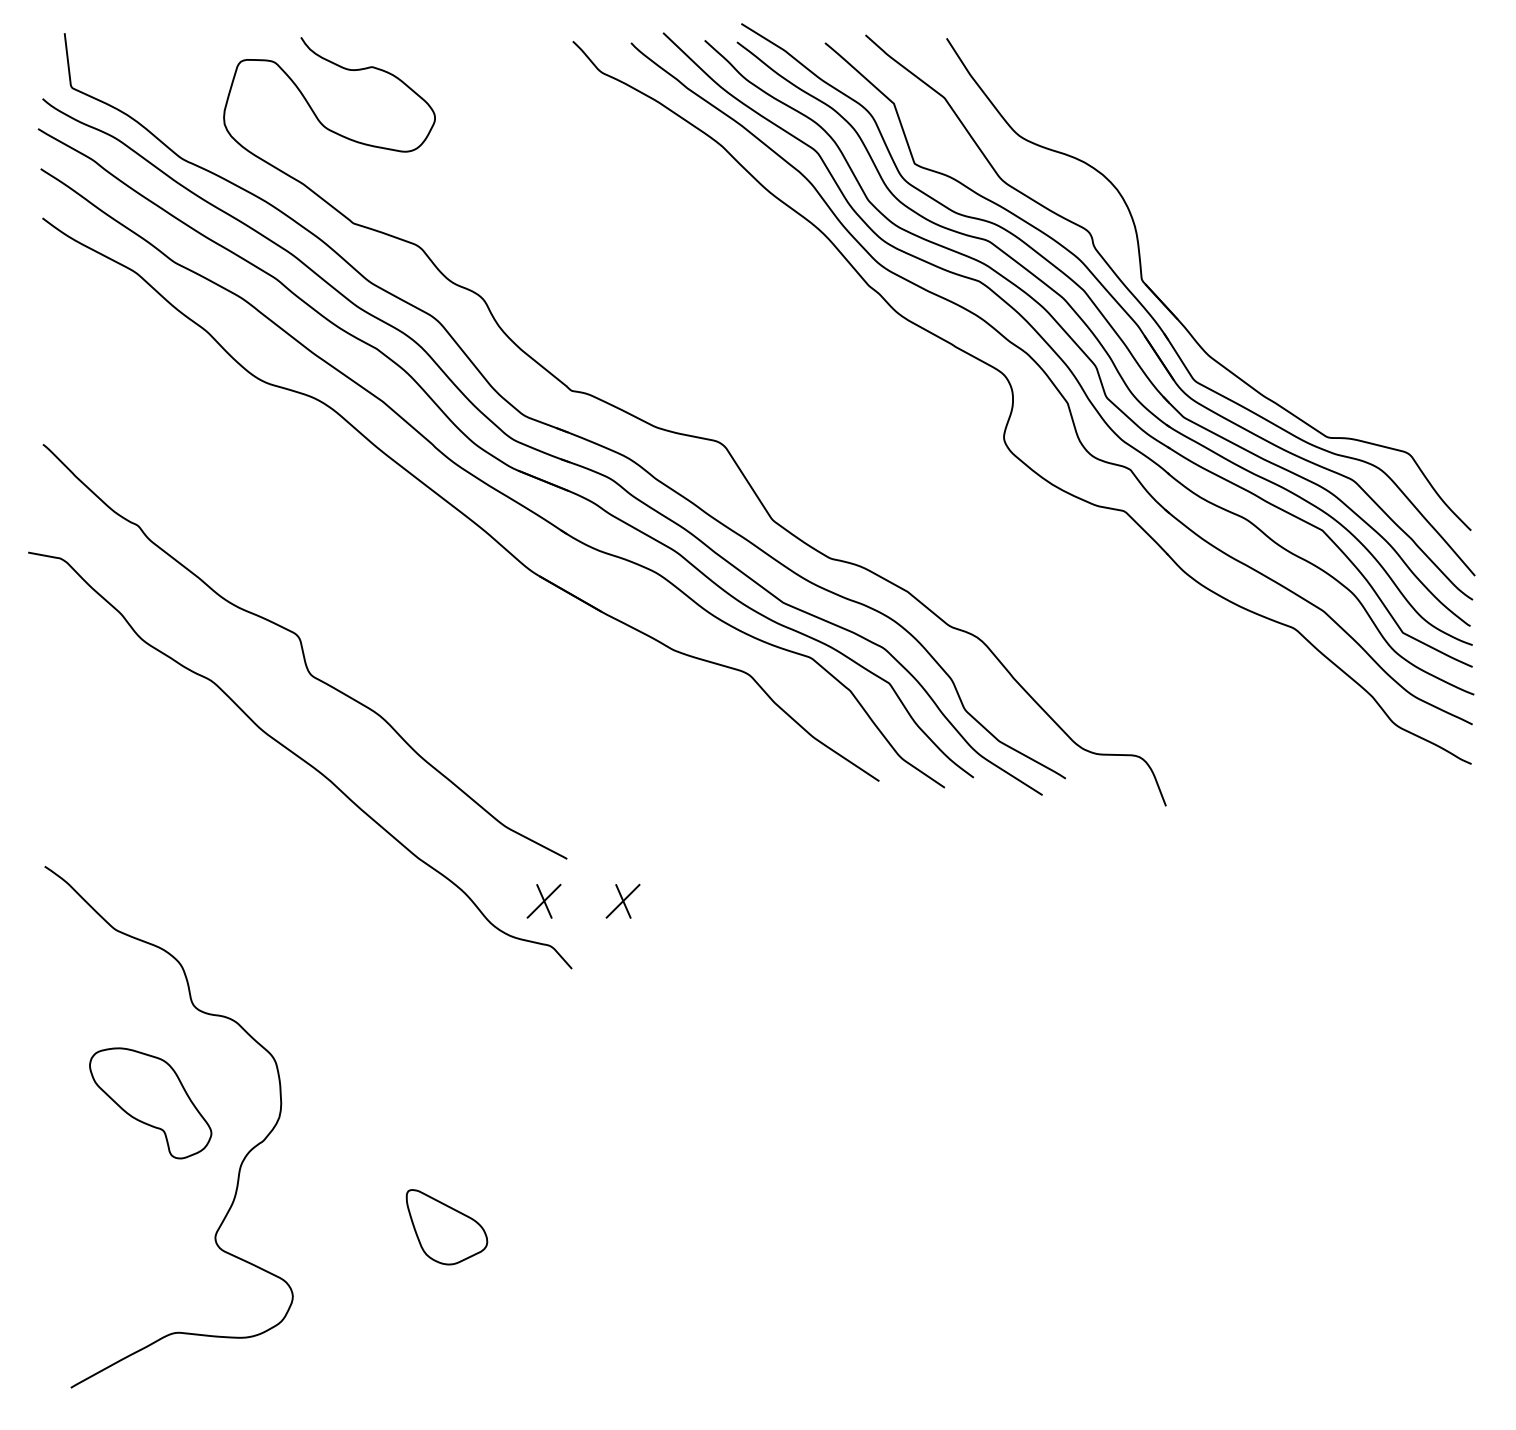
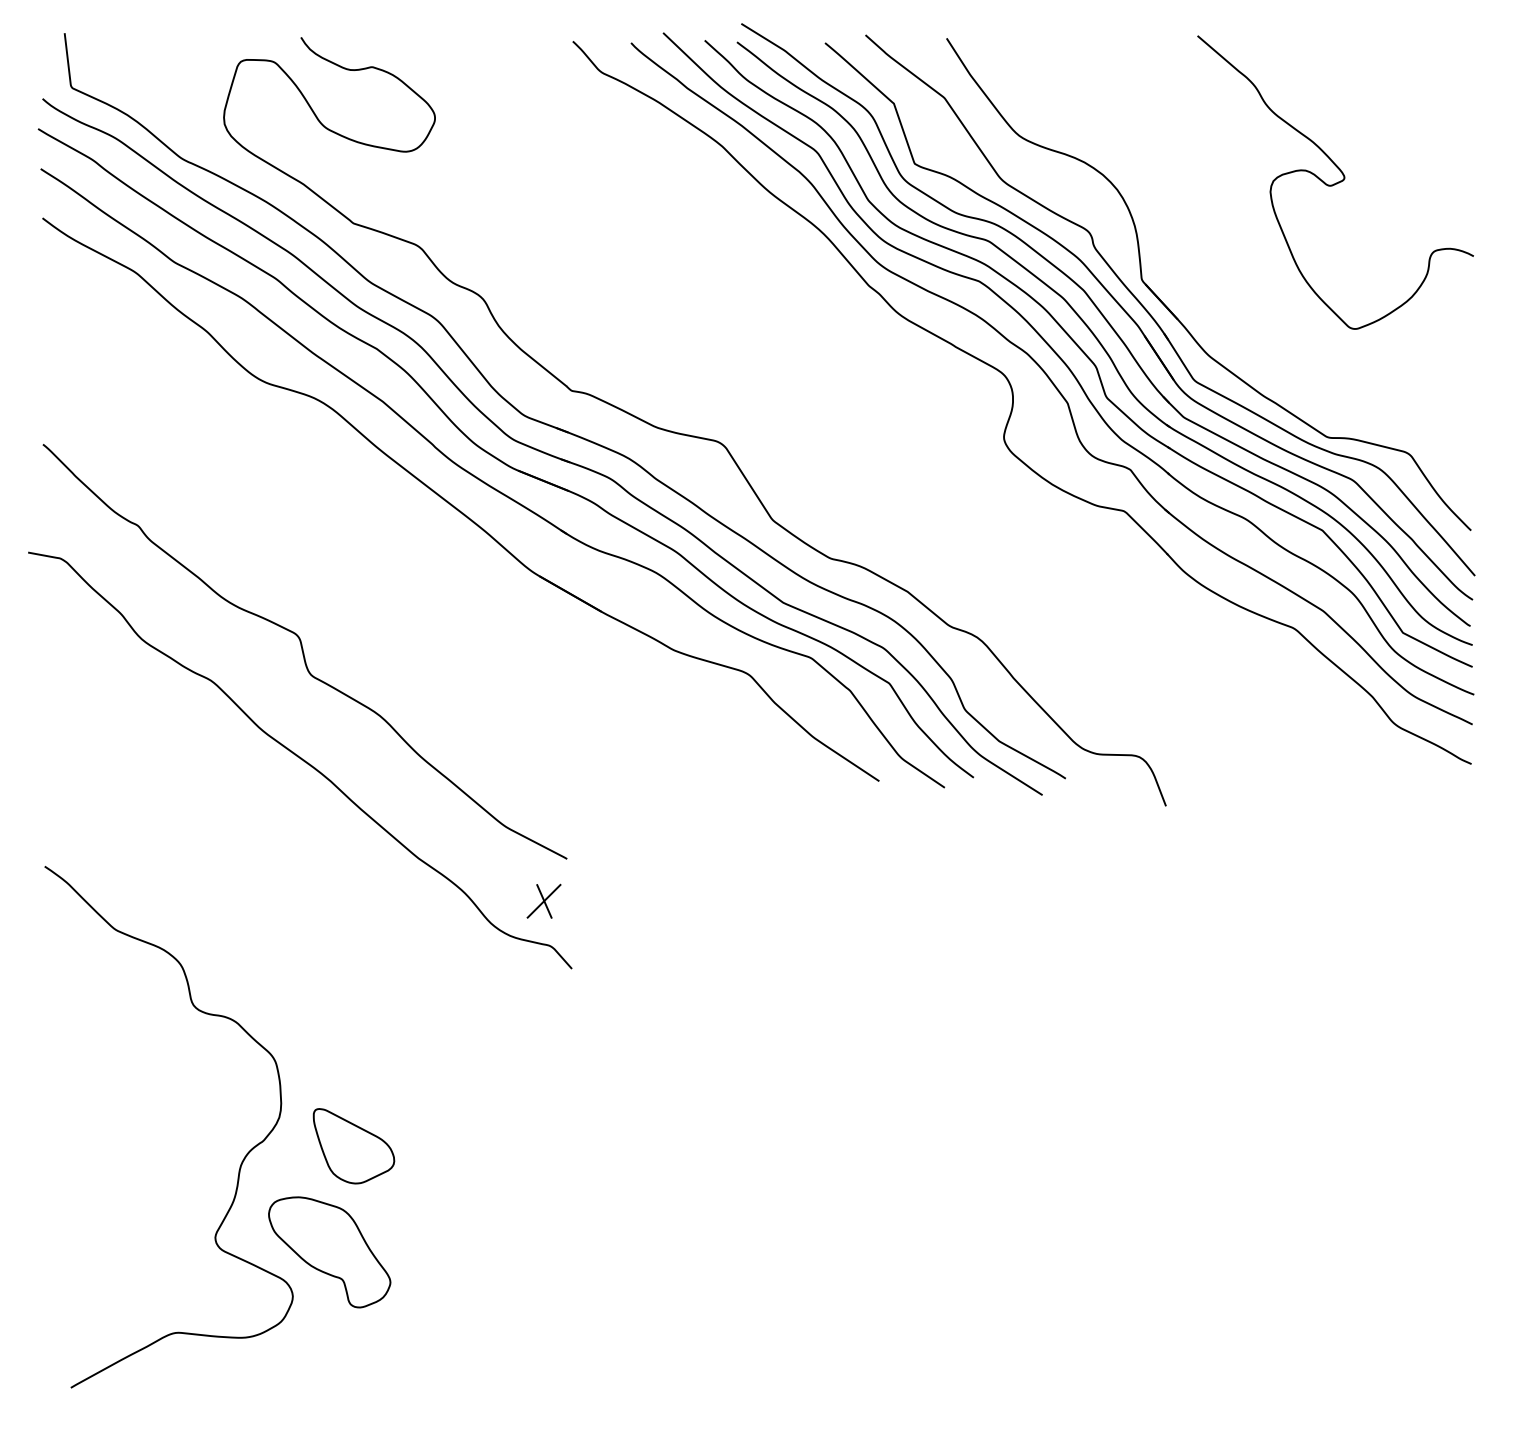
curve at (1336, 182): none -> present
part at (622, 900): present -> none
part at (150, 1103) position: (150, 1103) -> (329, 1252)
part at (446, 1227) position: (446, 1227) -> (353, 1146)
